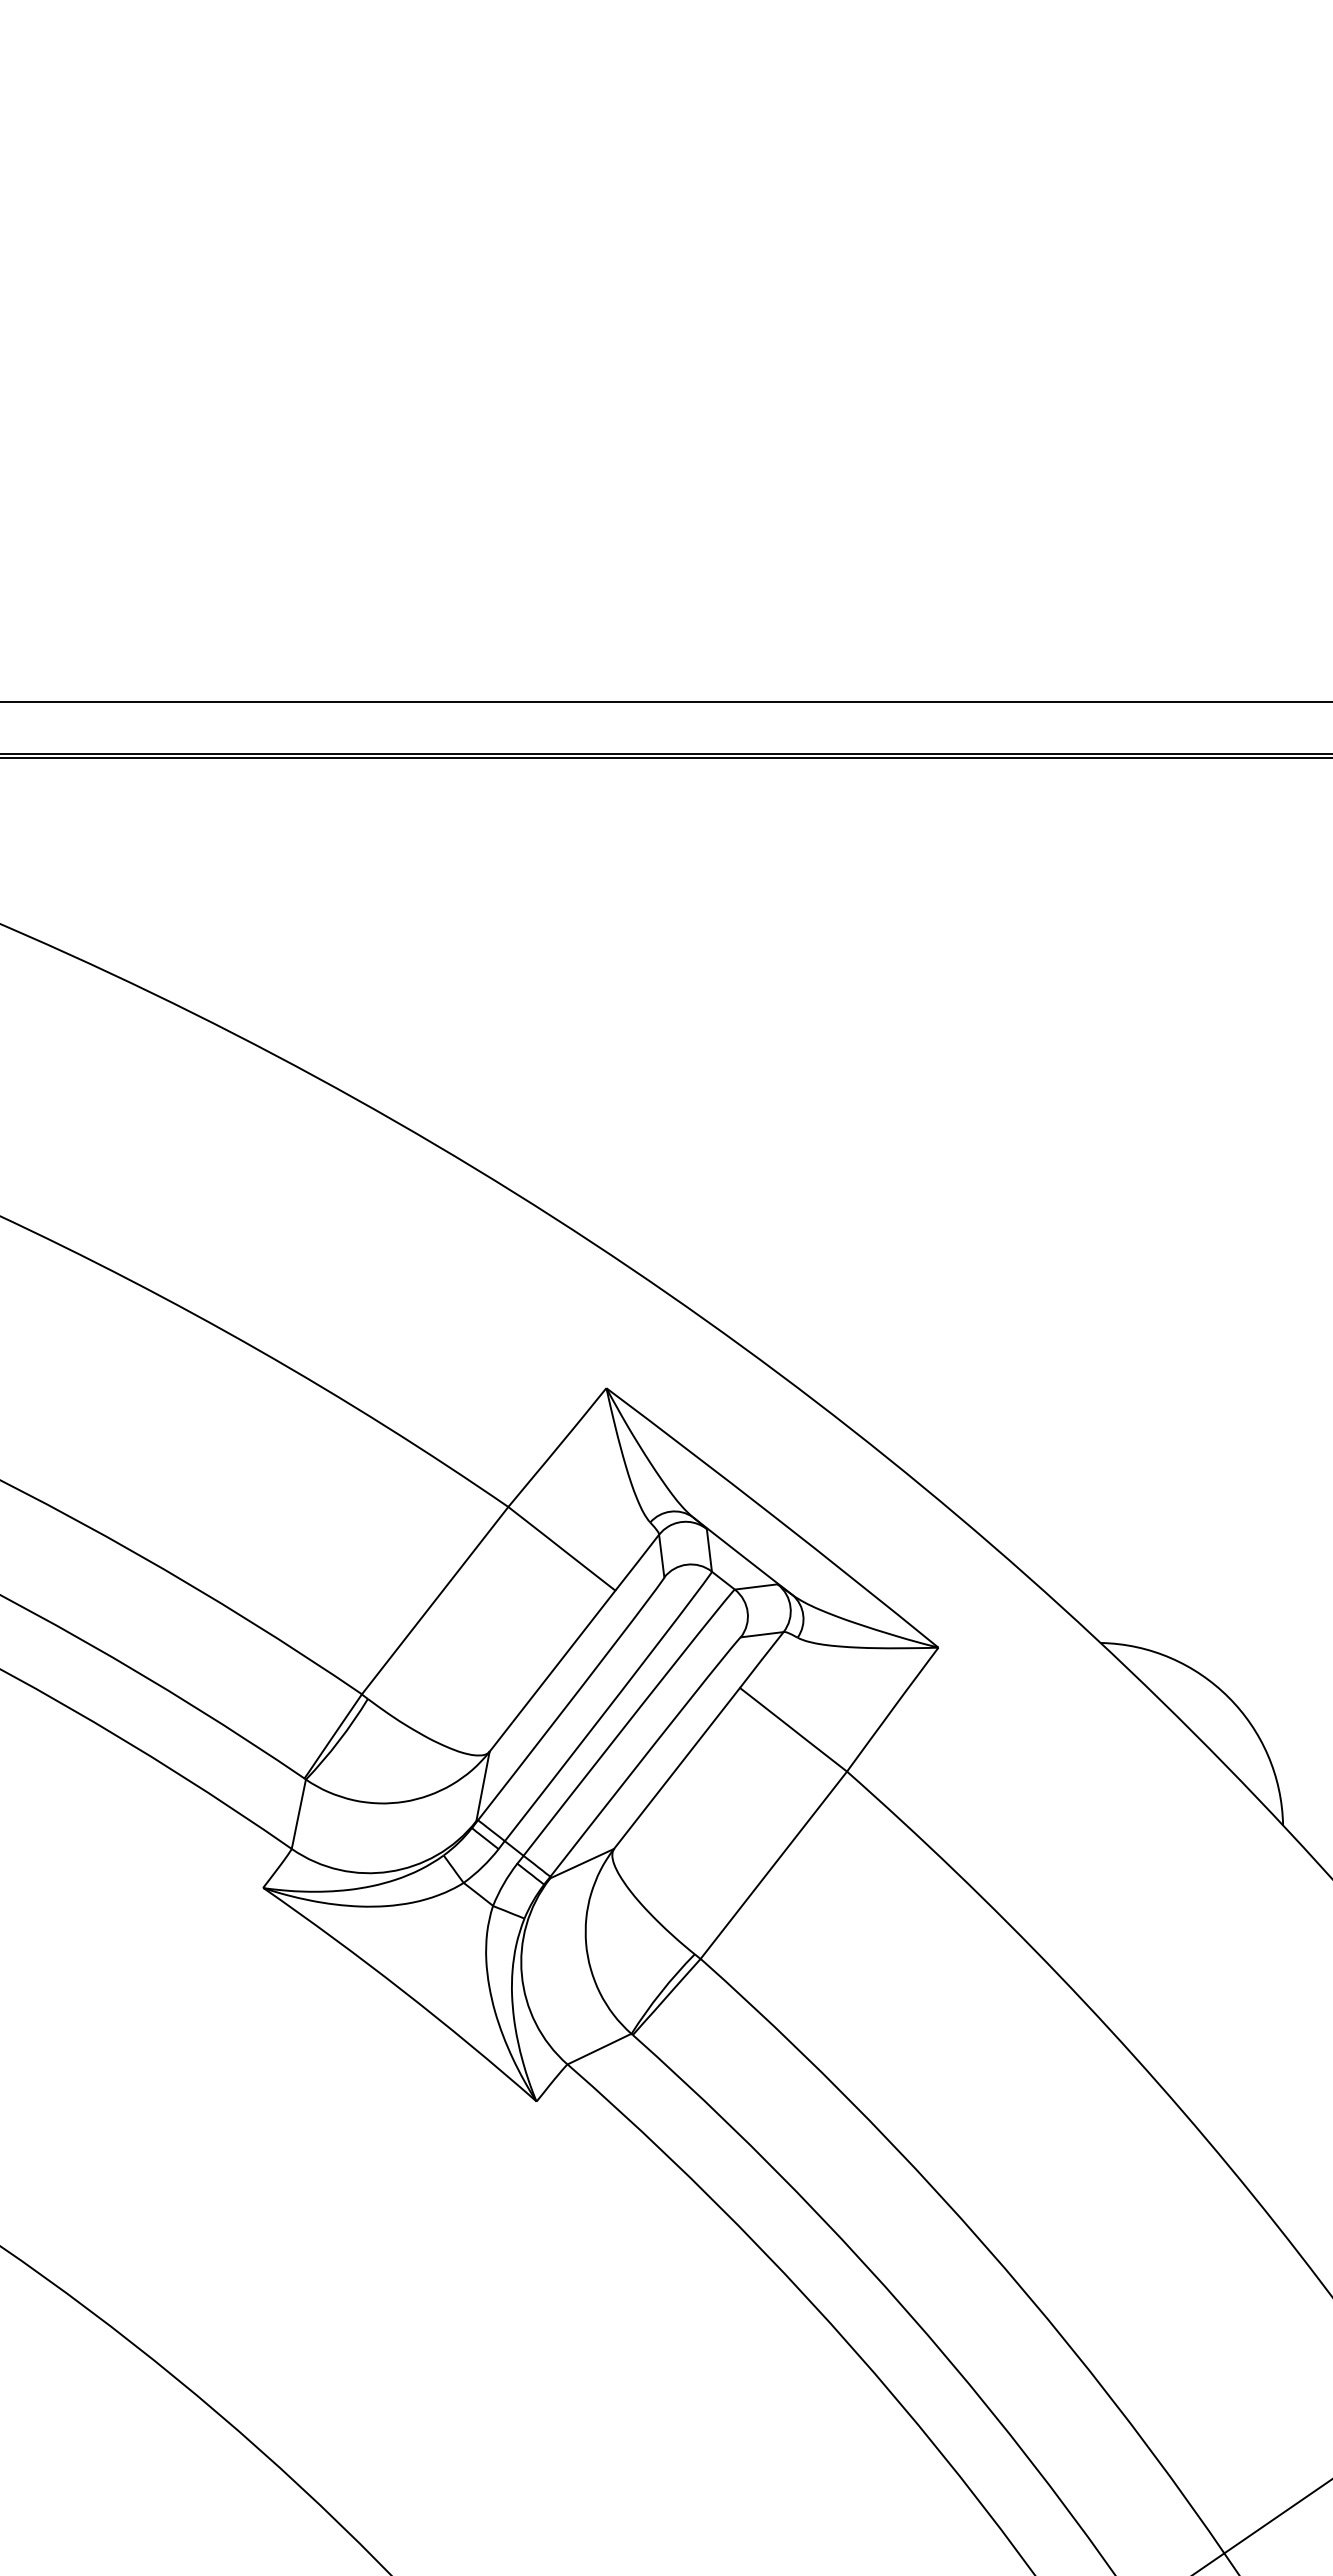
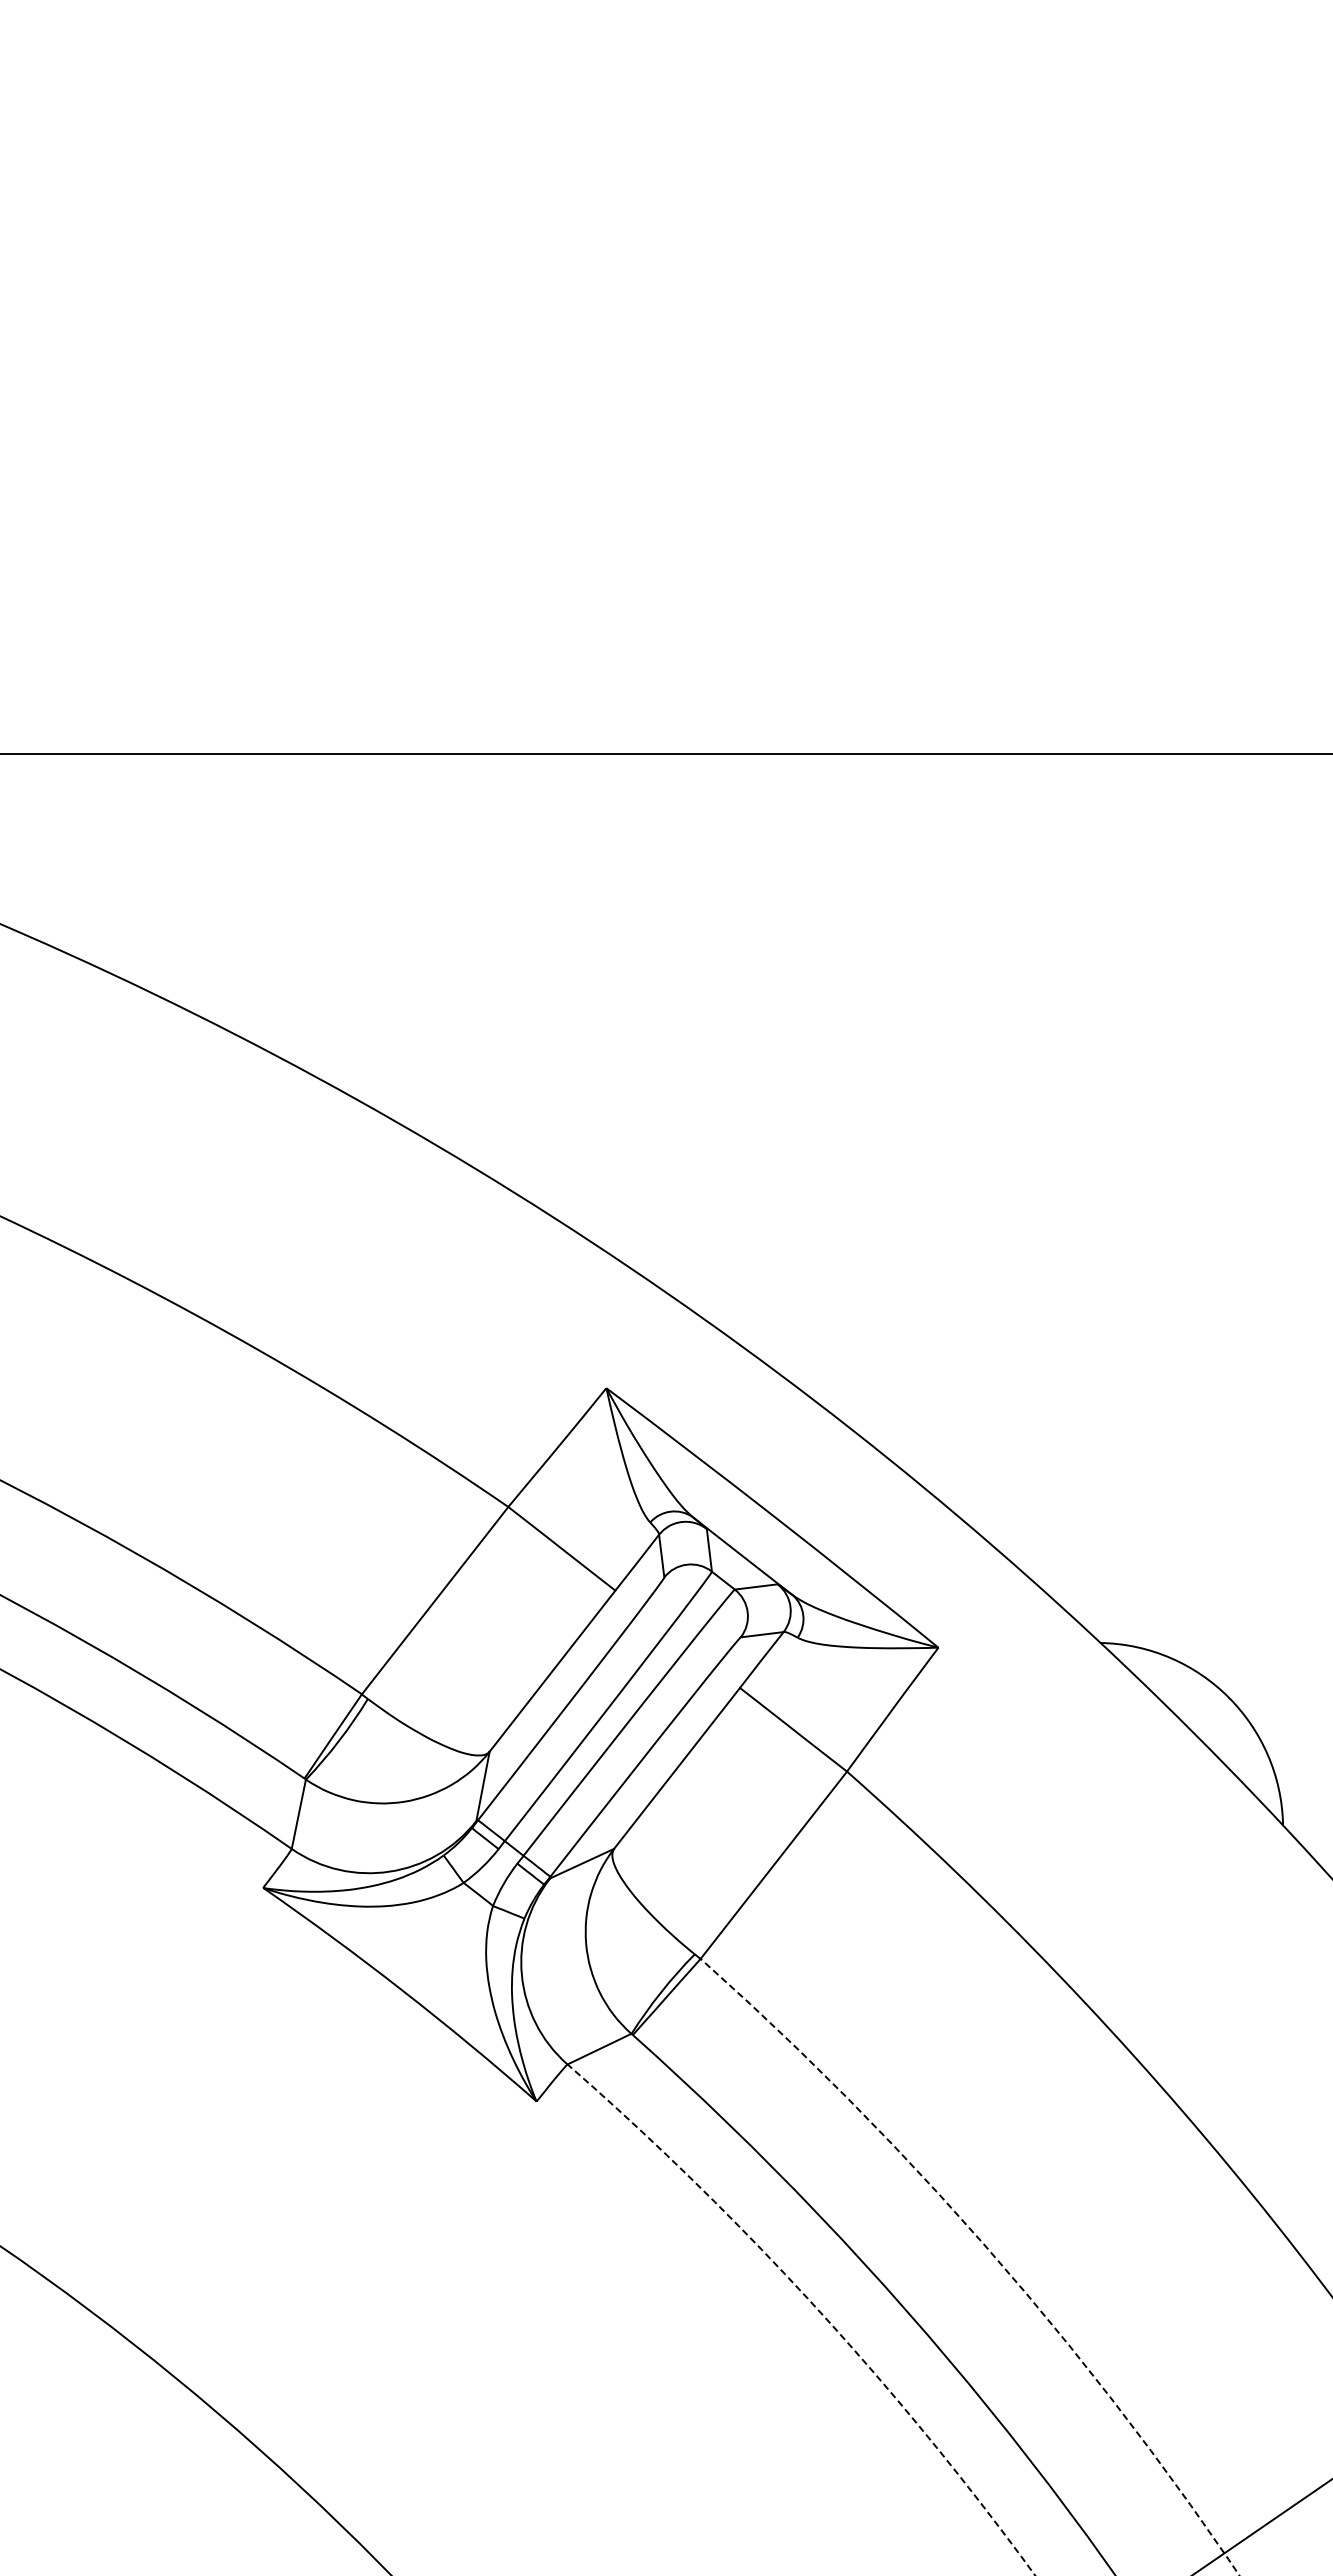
line at (665, 702): present -> none
line at (665, 757): present -> none
arc at (989, 2250): solid -> dashed
arc at (815, 2307): solid -> dashed
